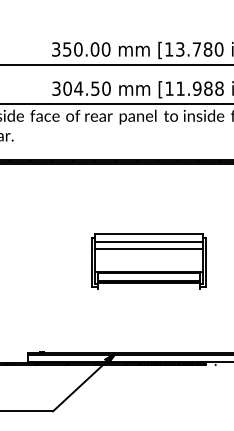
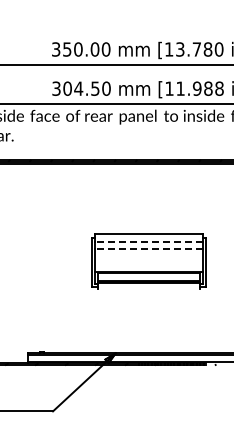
line at (148, 242): solid -> dashed
line at (148, 248): solid -> dashed
